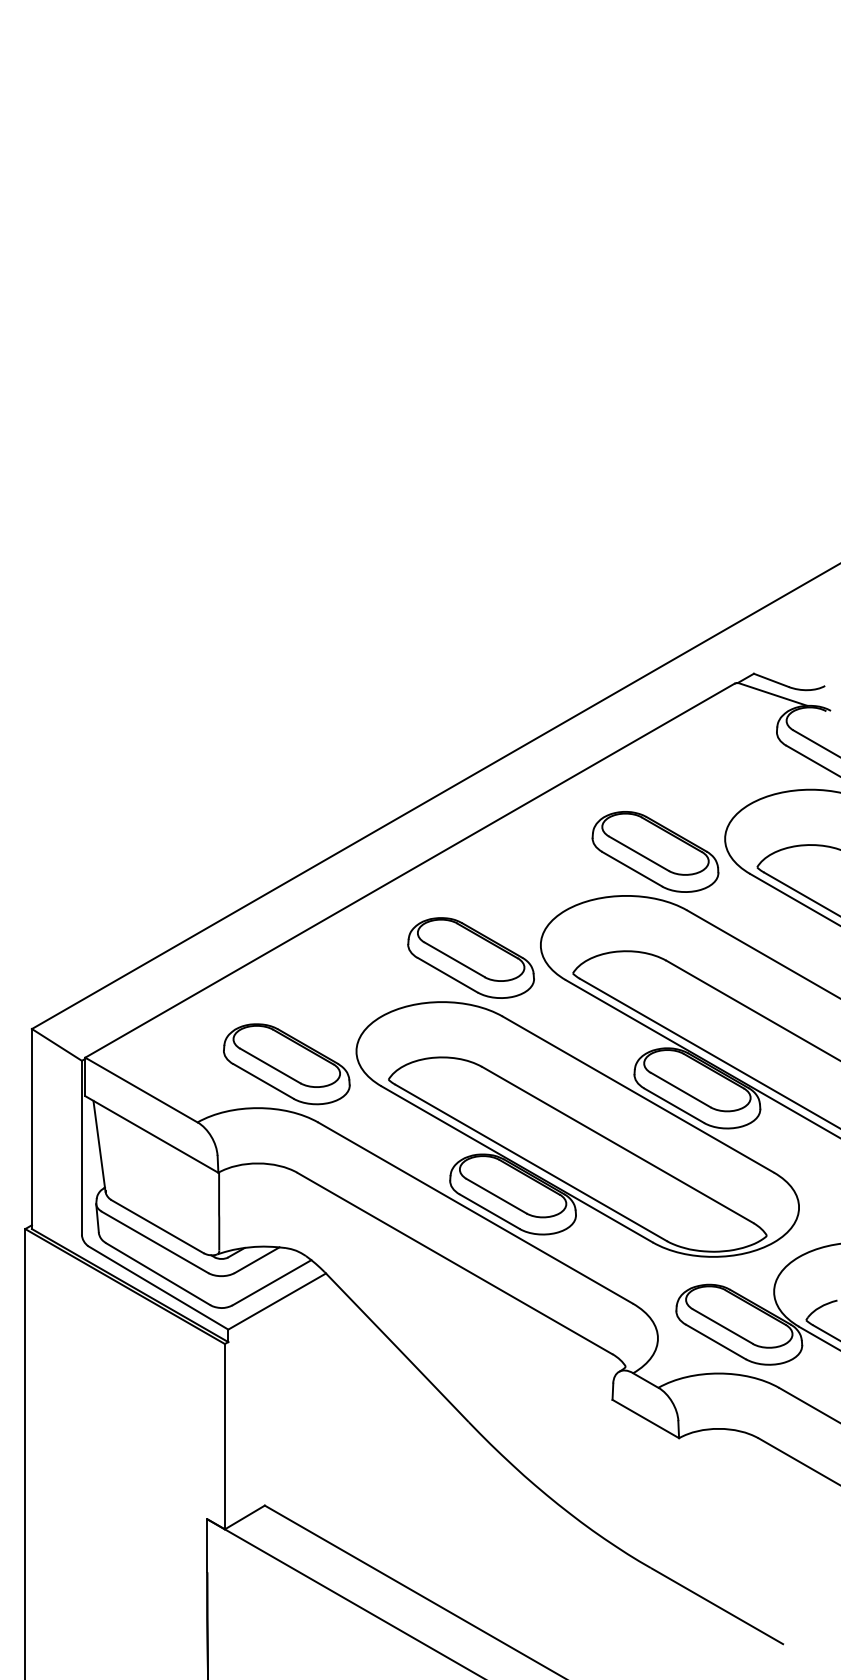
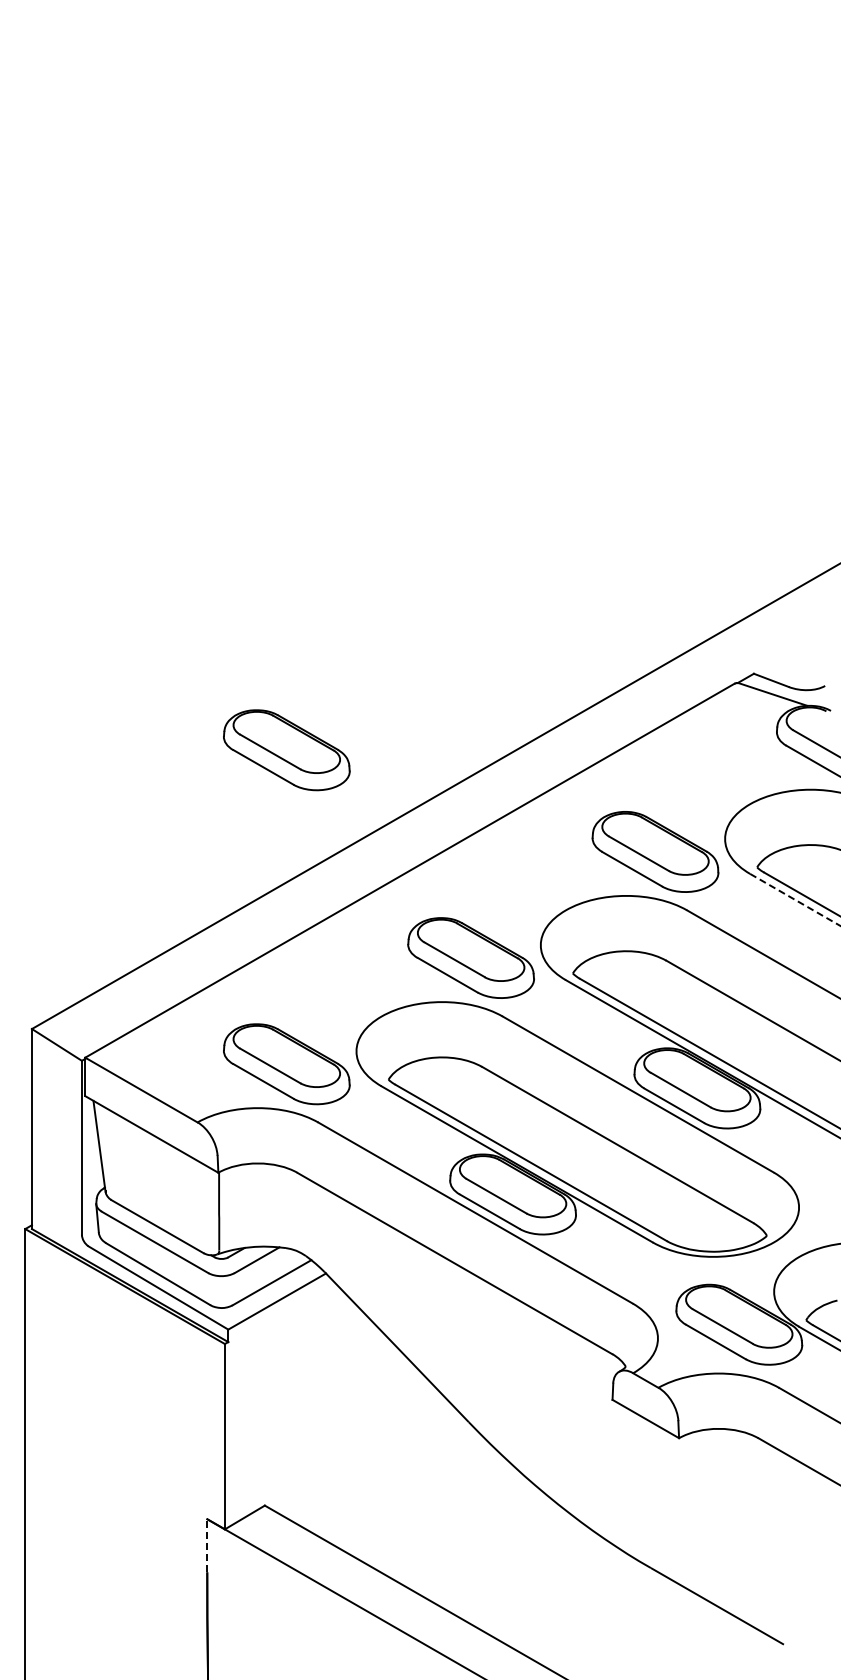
part at (286, 750): none -> present
line at (795, 899): solid -> dashed
line at (207, 1545): solid -> dashed
